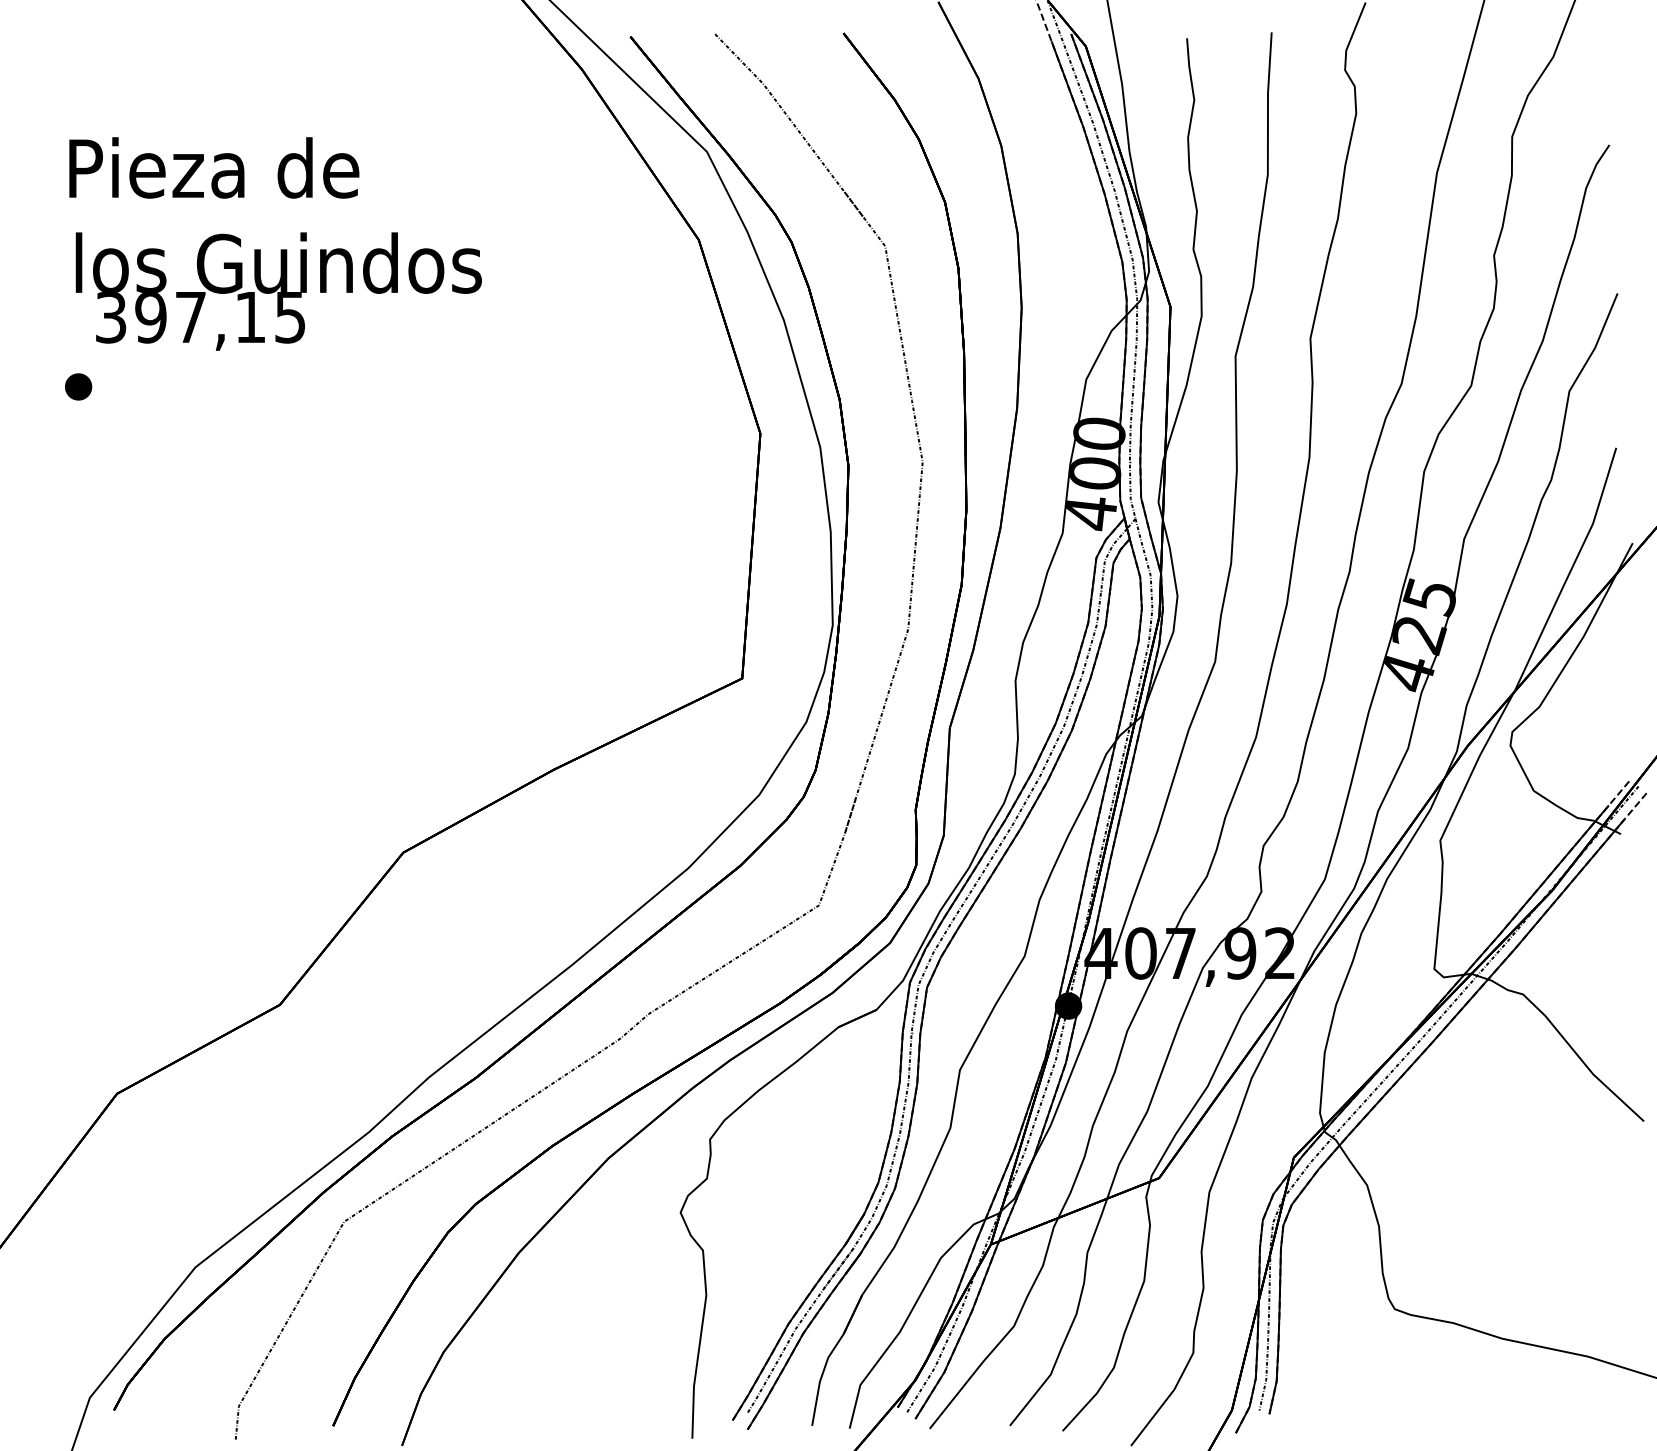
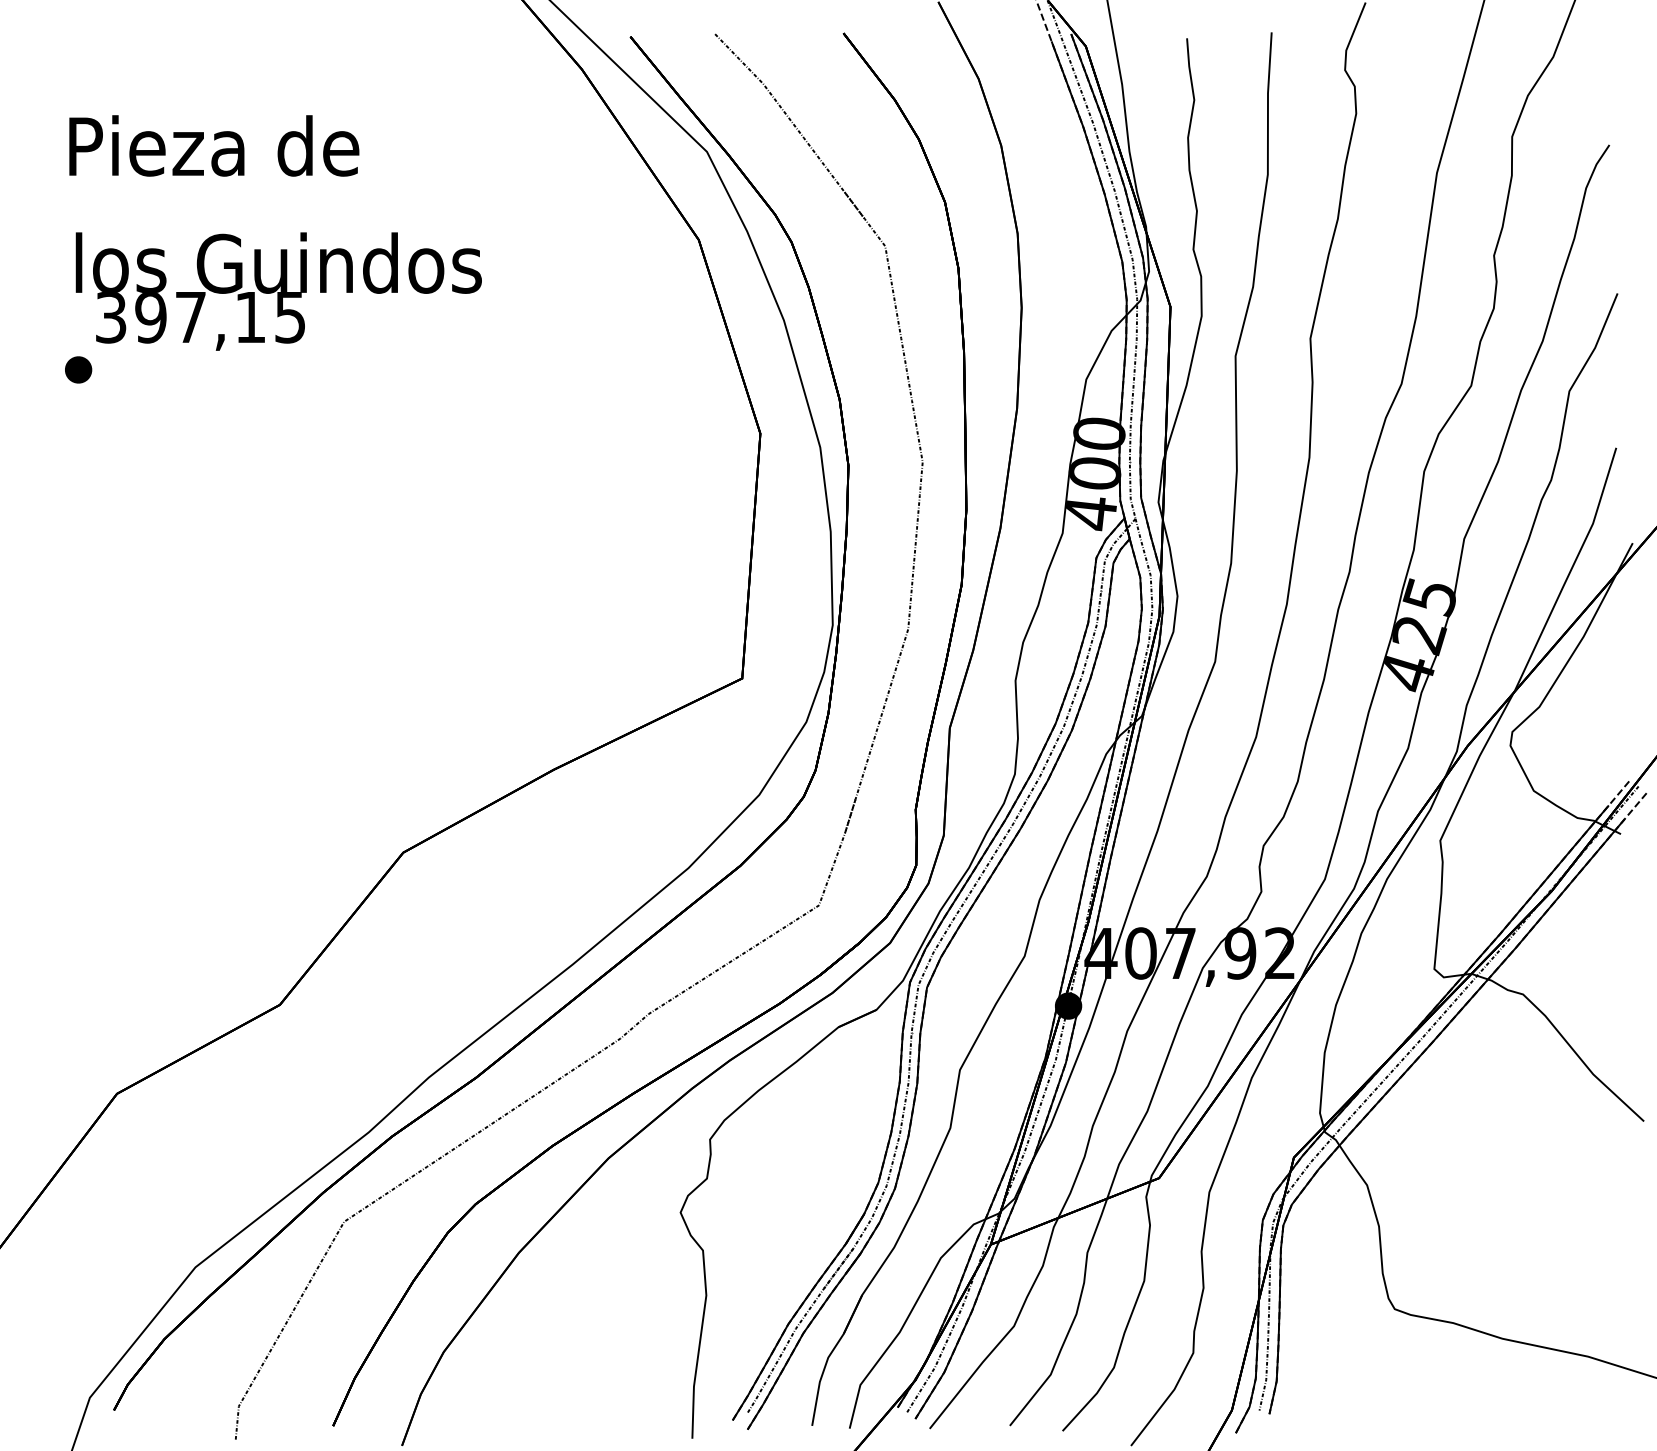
text at (214, 167) position: (214, 167) -> (214, 145)
part at (78, 386) position: (78, 386) -> (78, 369)
